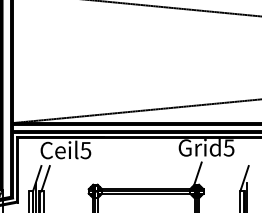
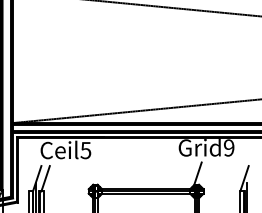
text at (228, 147): Grid5 -> Grid9
